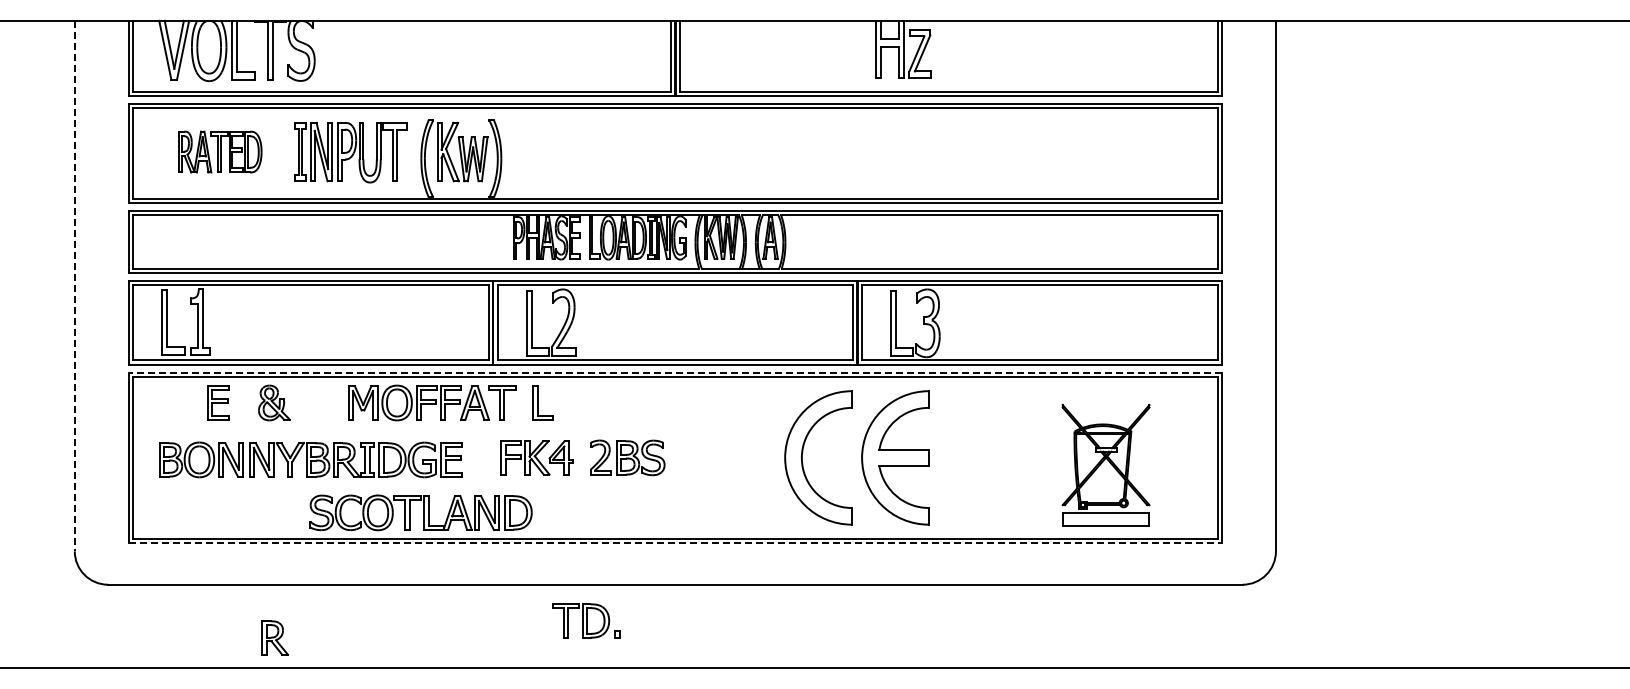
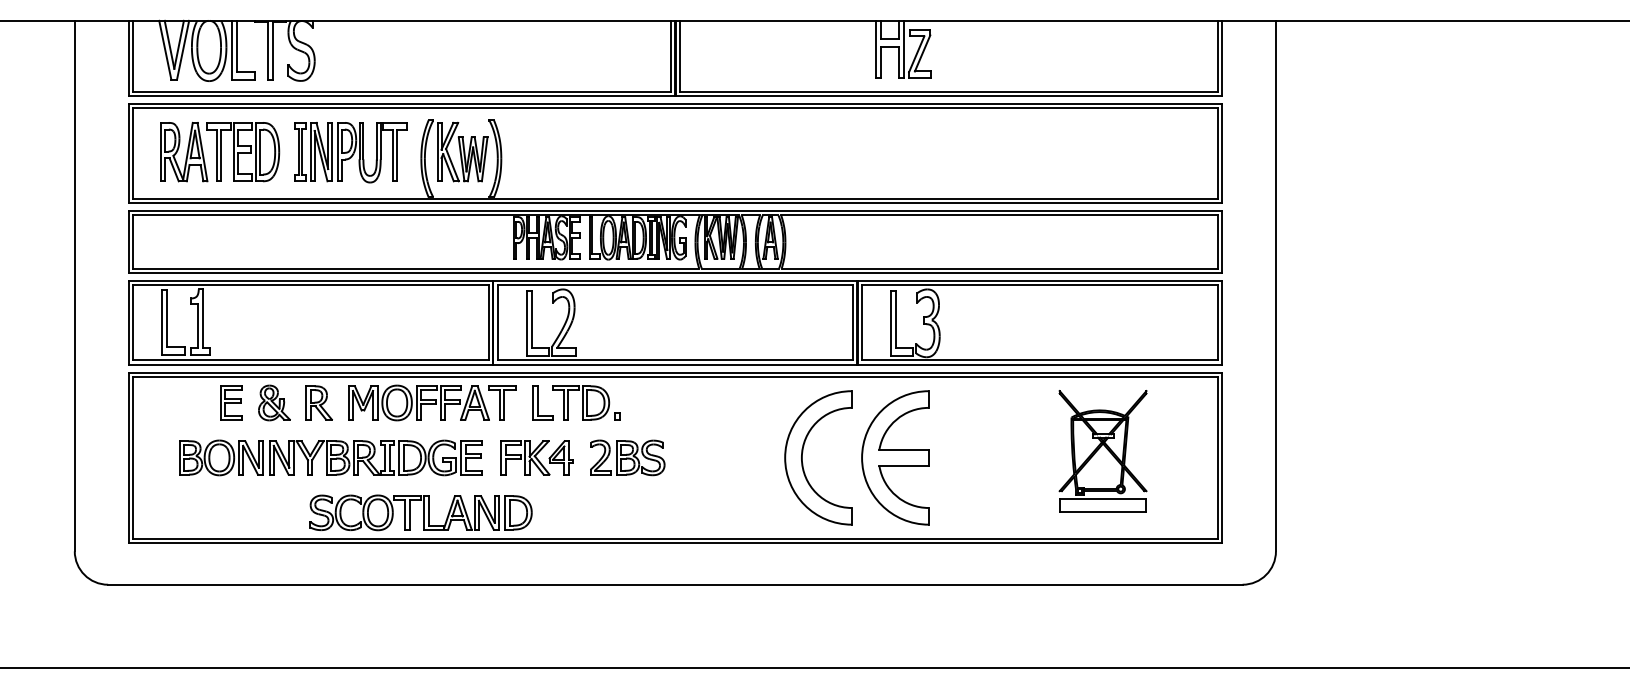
part at (220, 151) size: 85x44 px -> 121x62 px
line at (74, 286): dashed -> solid
line at (674, 372): dashed -> solid
part at (218, 402) position: (218, 402) -> (231, 402)
part at (310, 459) position: (310, 459) -> (330, 457)
part at (1105, 465) position: (1105, 465) -> (1102, 451)
line at (675, 543): dashed -> solid
part at (586, 620) position: (586, 620) -> (586, 402)
part at (274, 637) position: (274, 637) -> (318, 402)
